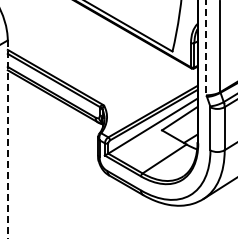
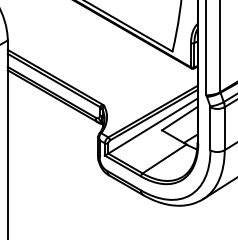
line at (206, 48): dashed -> solid
line at (7, 140): dashed -> solid
